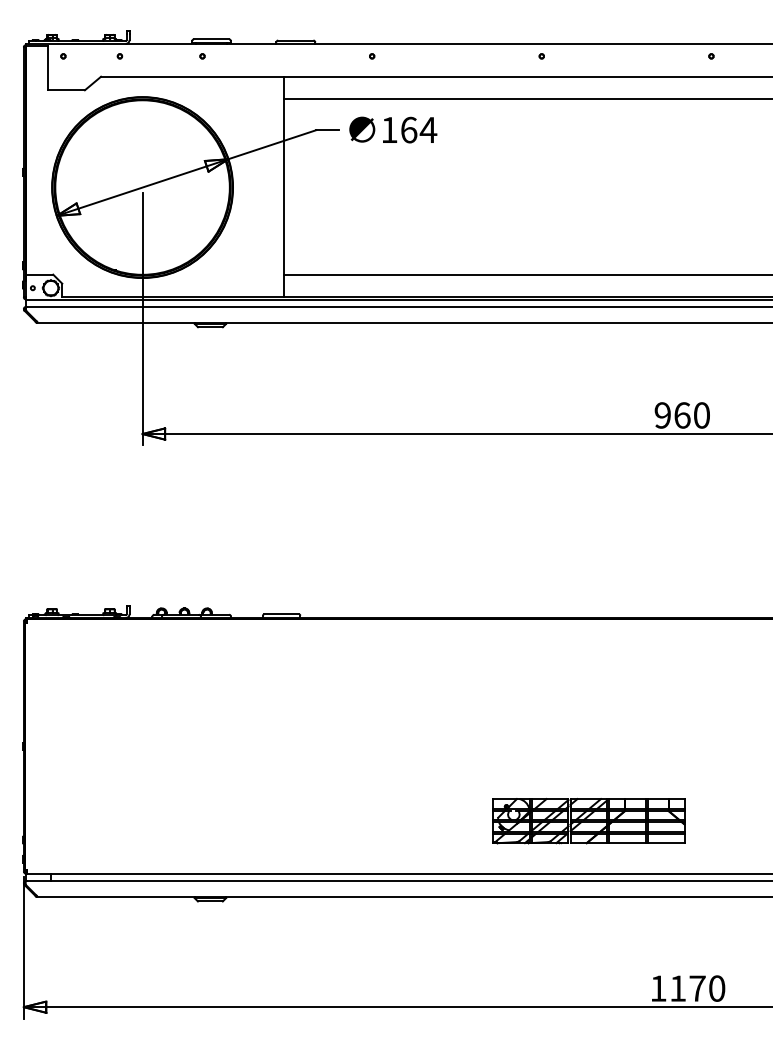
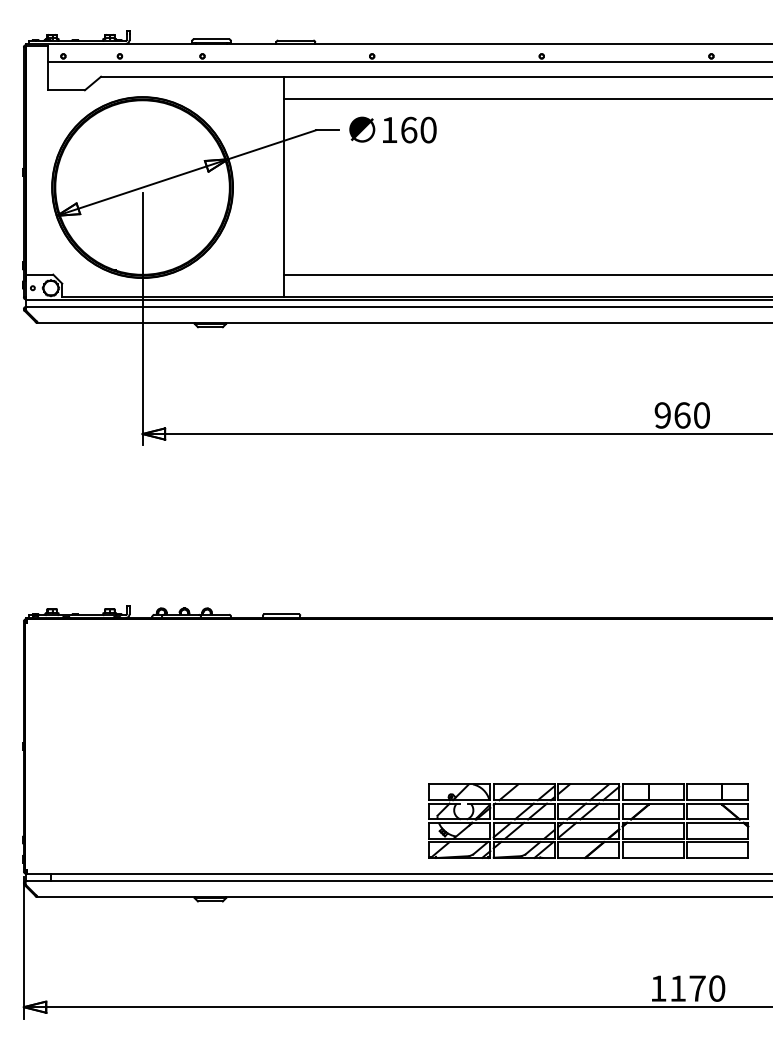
line at (408, 62): none -> present
text at (428, 129): 164 -> 160
part at (588, 821) size: 194x47 px -> 322x76 px
